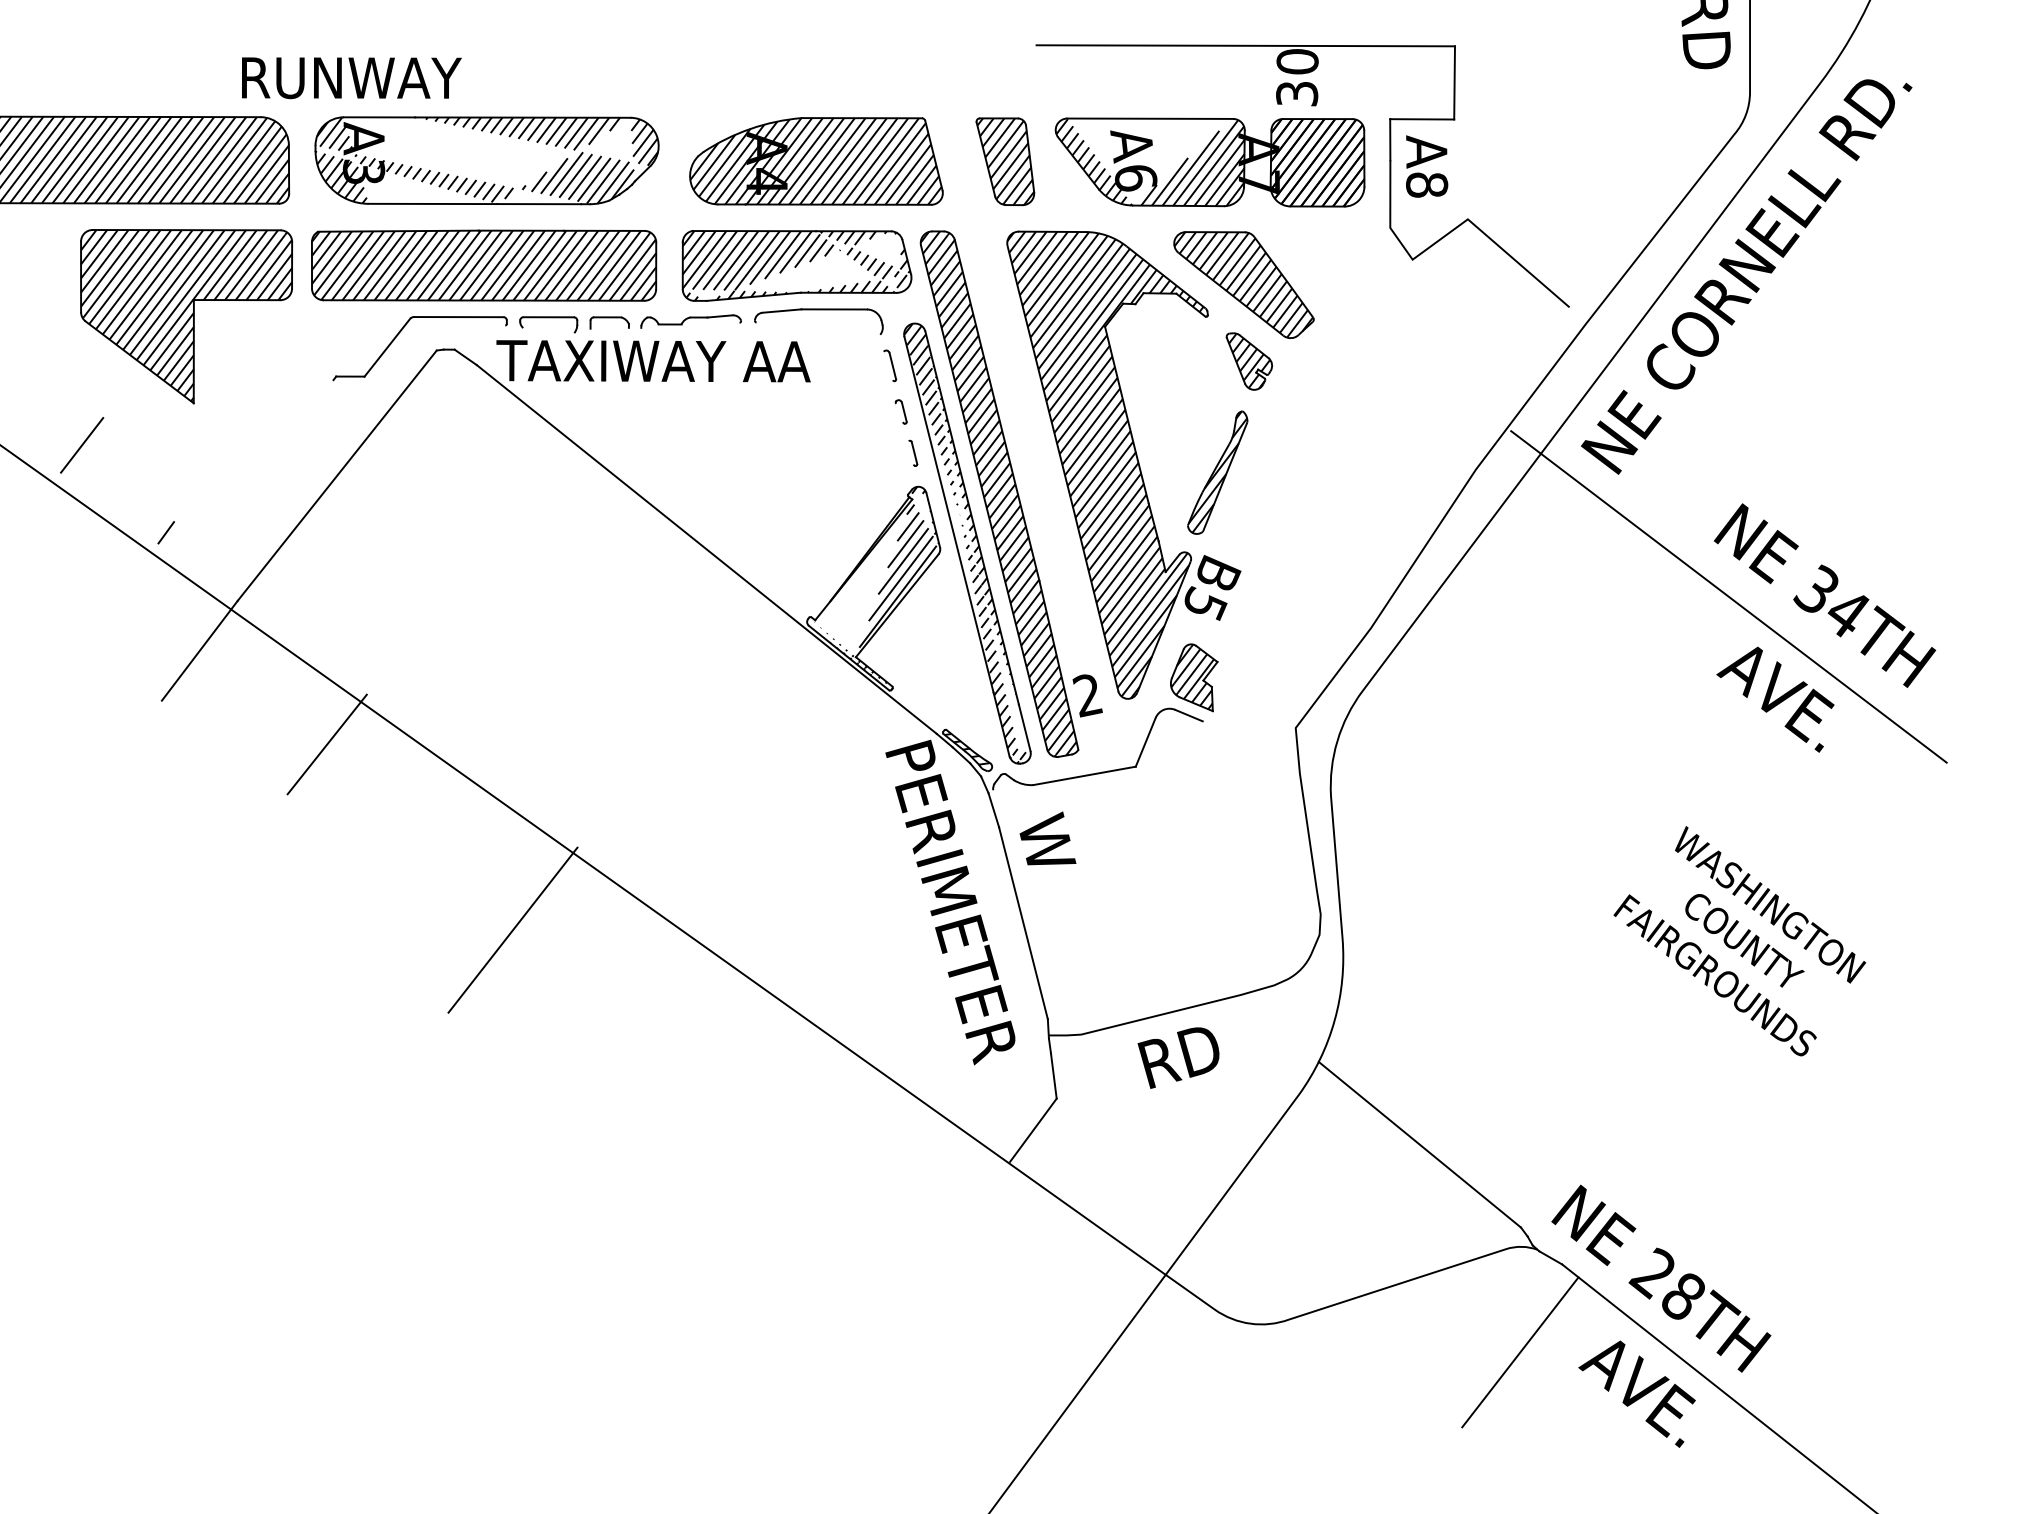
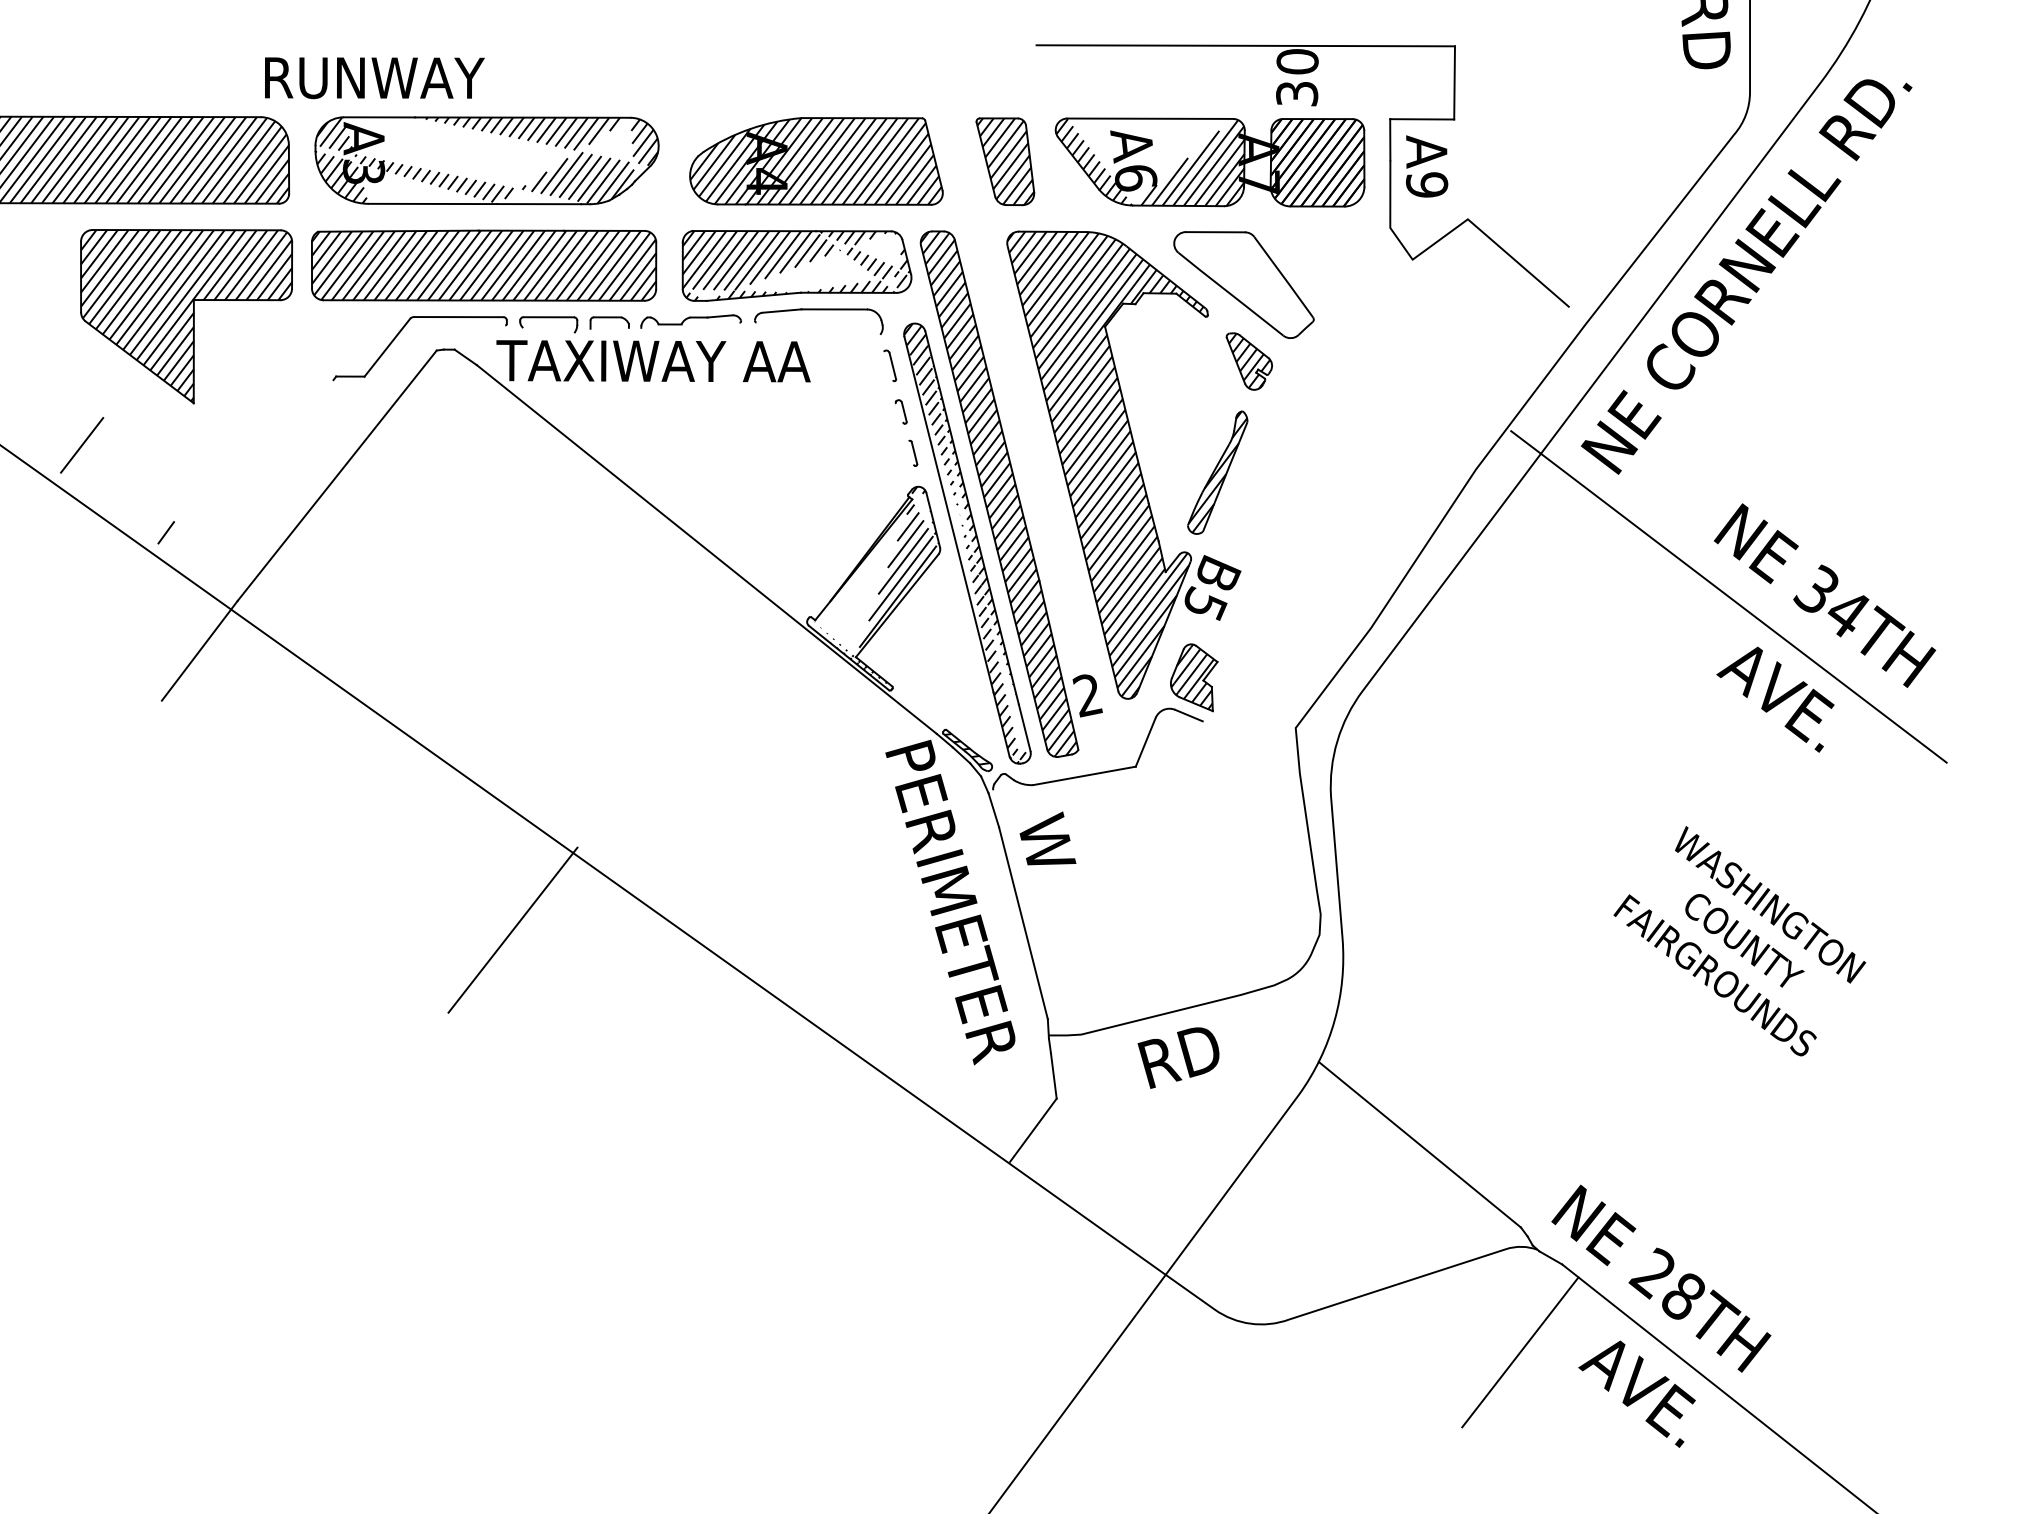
text at (351, 78) position: (351, 78) -> (374, 78)
text at (1426, 184): A8 -> A9
hatch at (1243, 284): present -> none
line at (326, 744): present -> none
